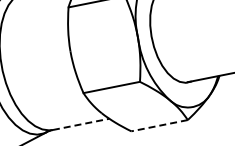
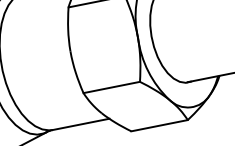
line at (81, 124): dashed -> solid
line at (159, 125): dashed -> solid
